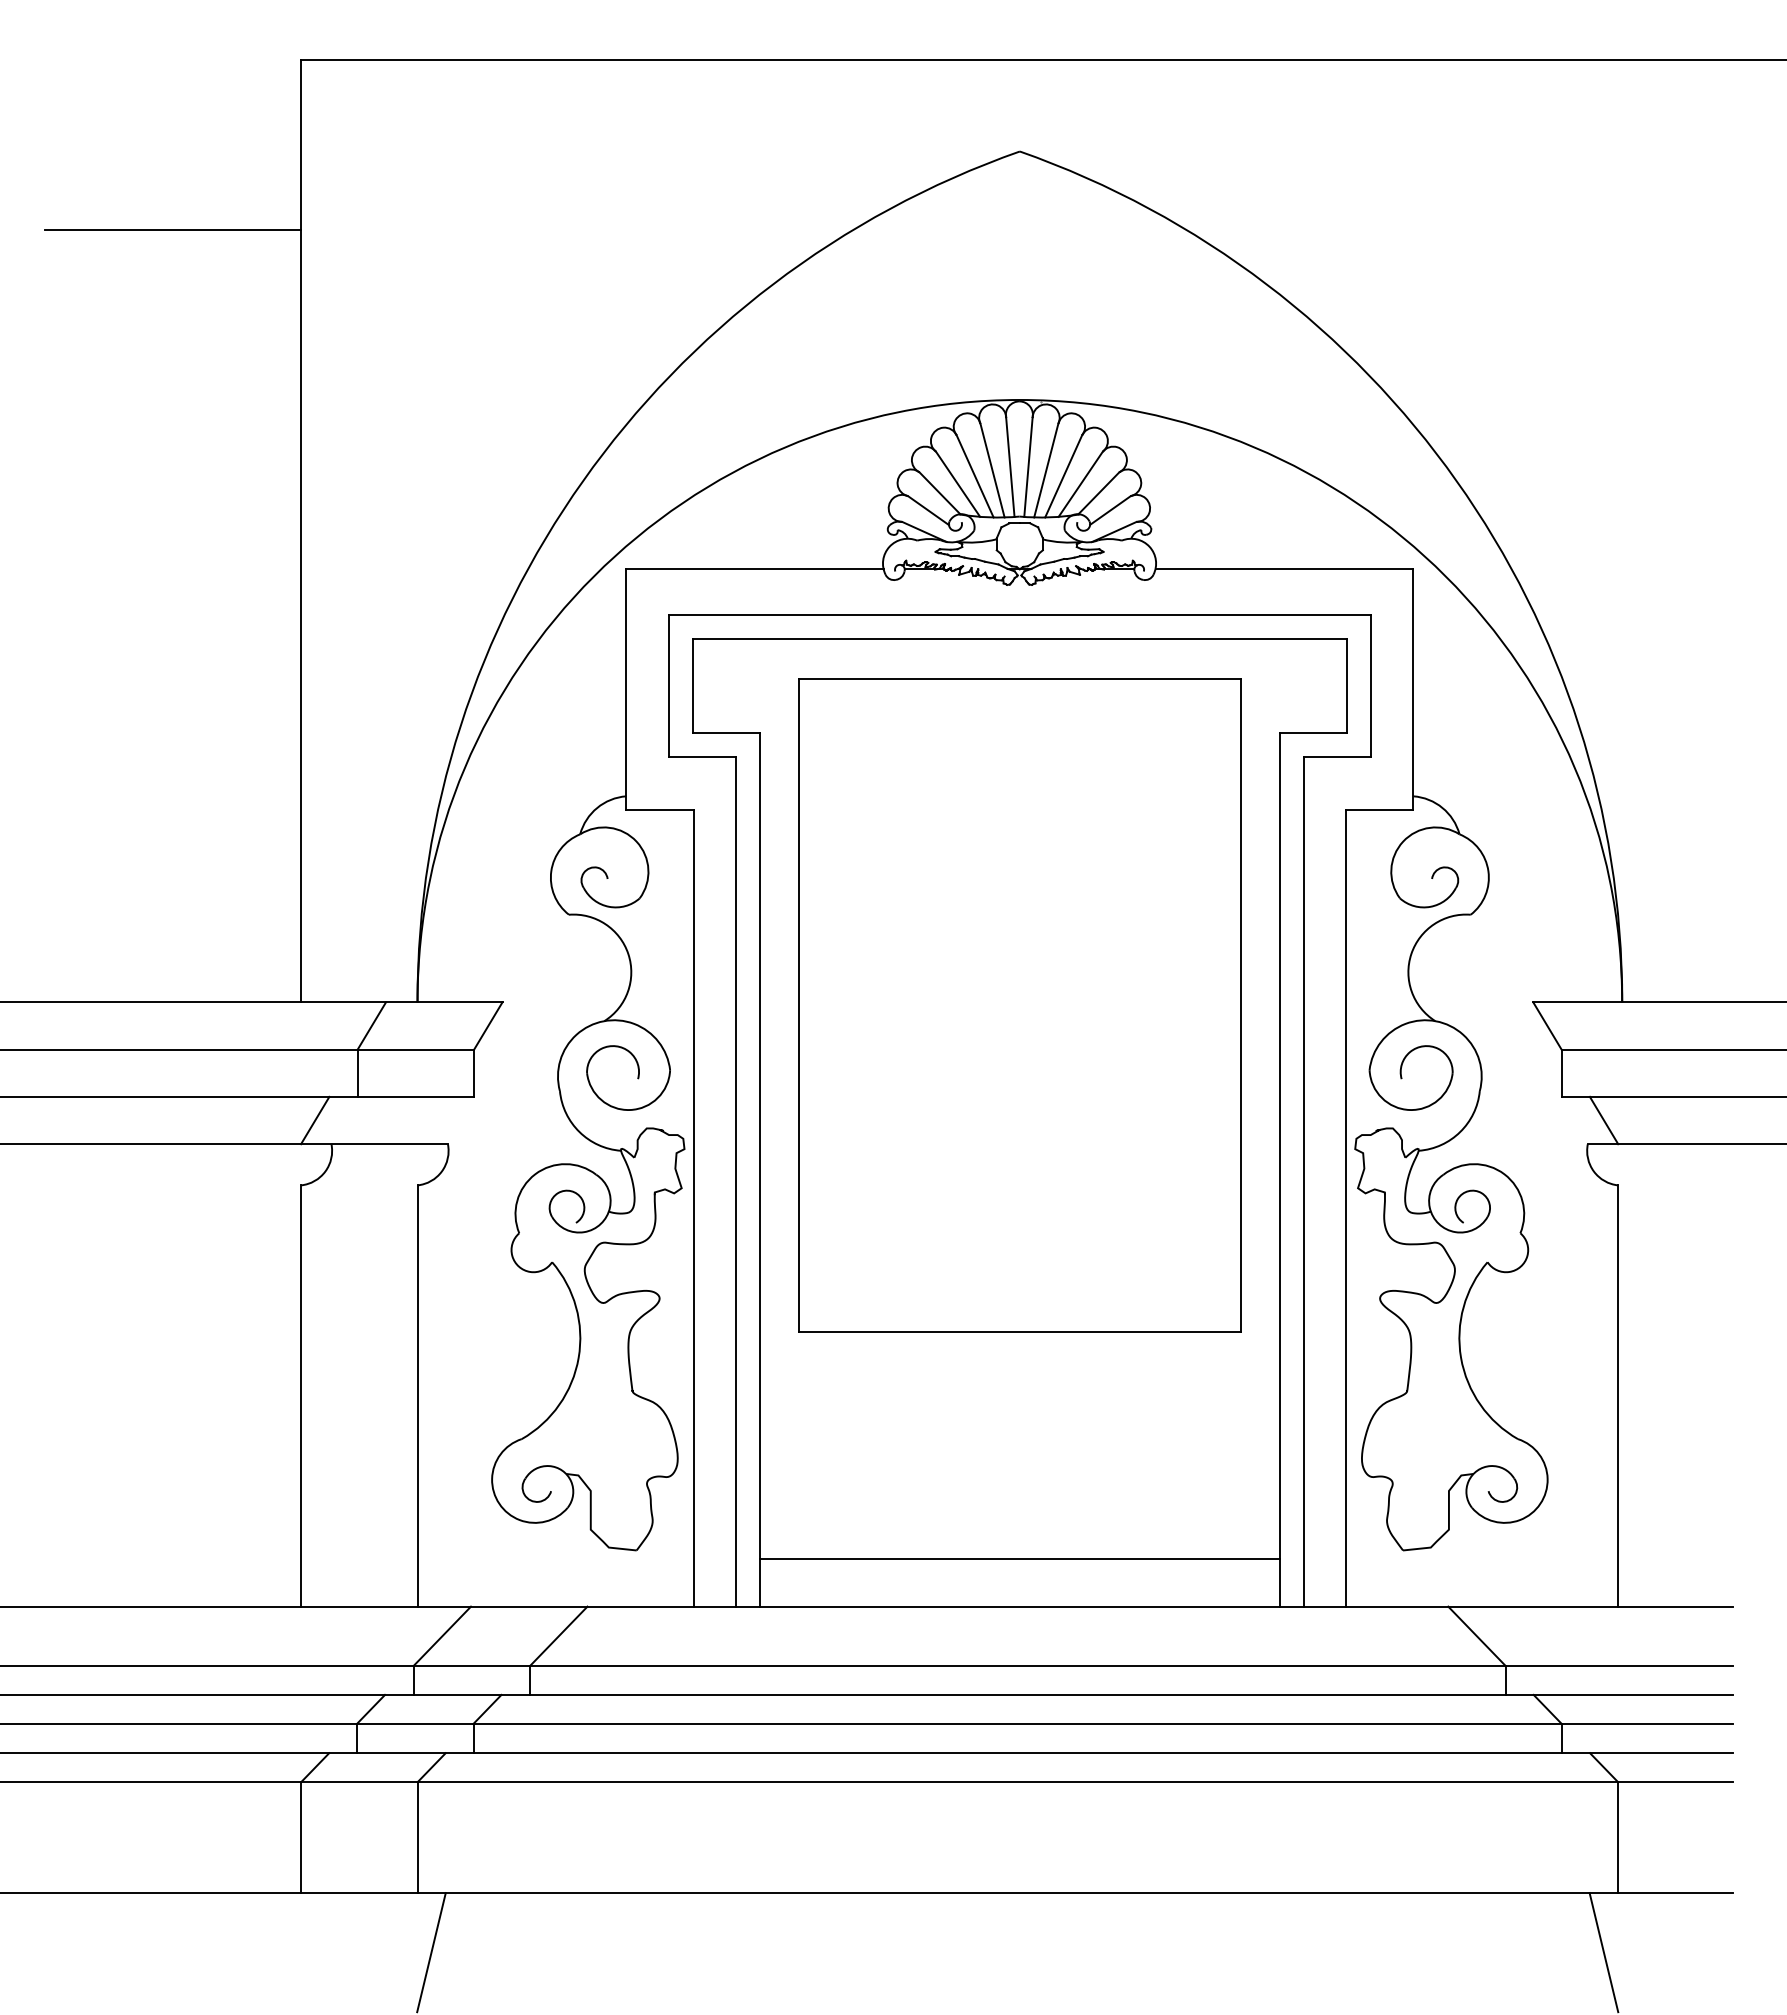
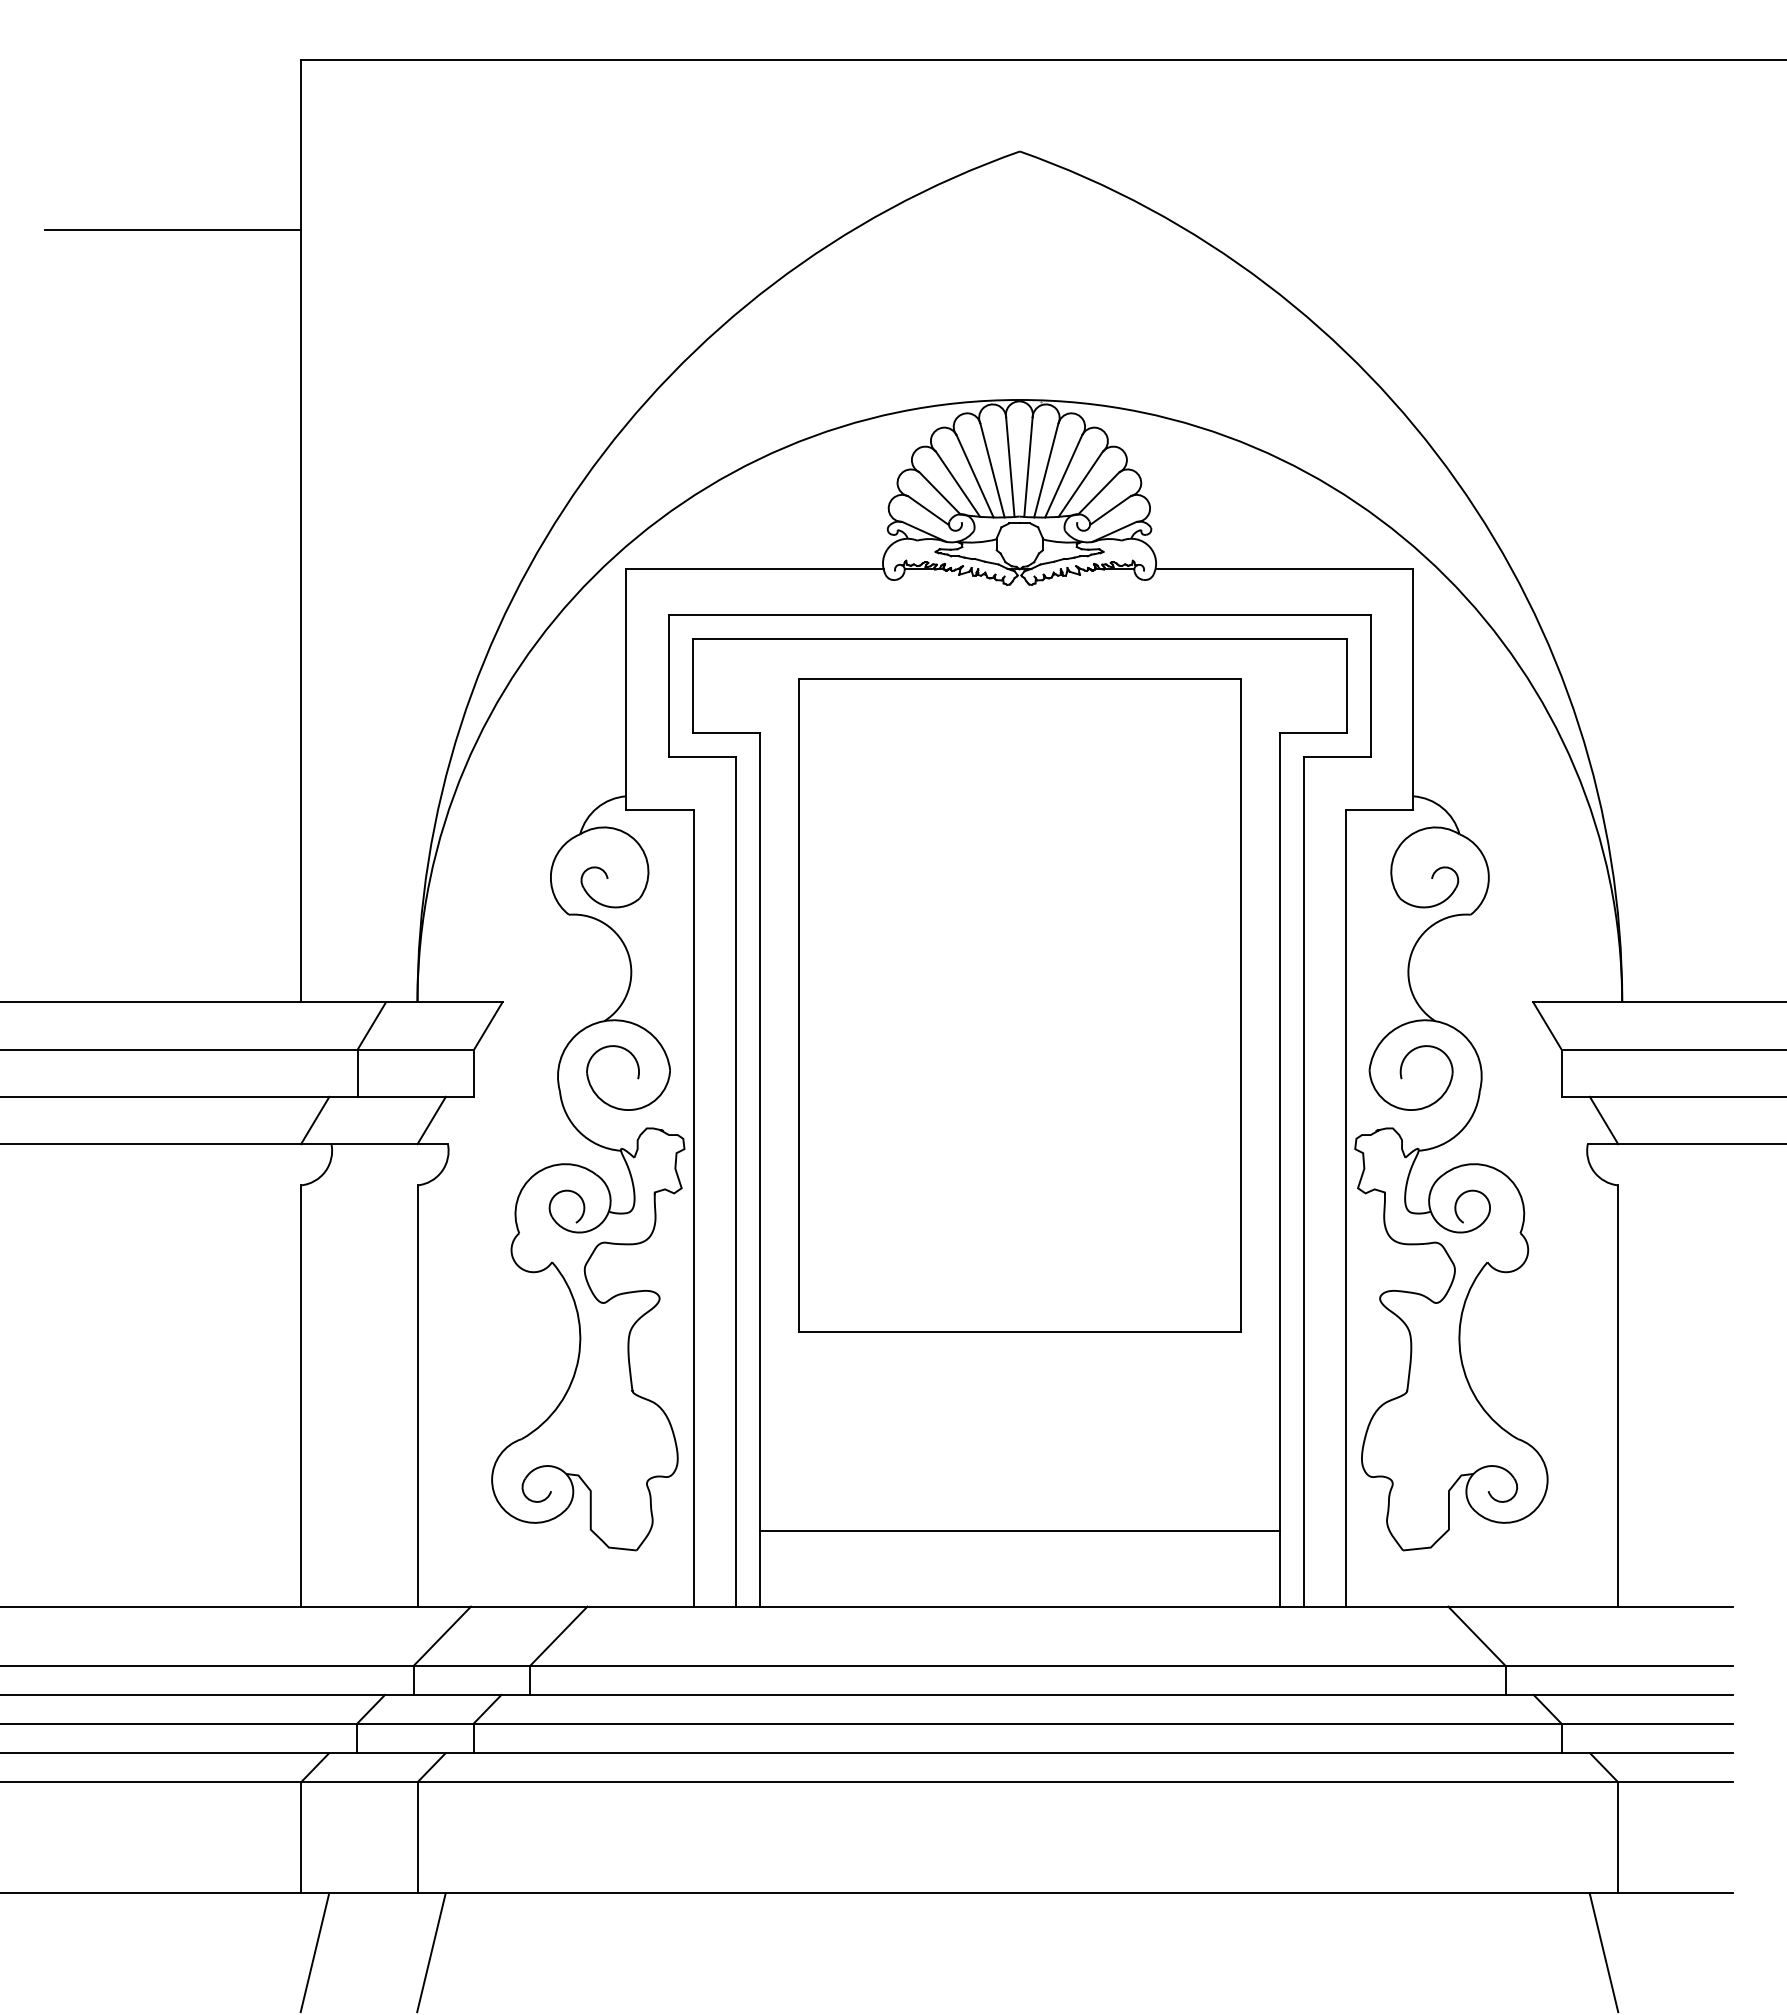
line at (431, 1120): none -> present
line at (1019, 1559) position: (1019, 1559) -> (1019, 1531)
line at (314, 1952): none -> present
